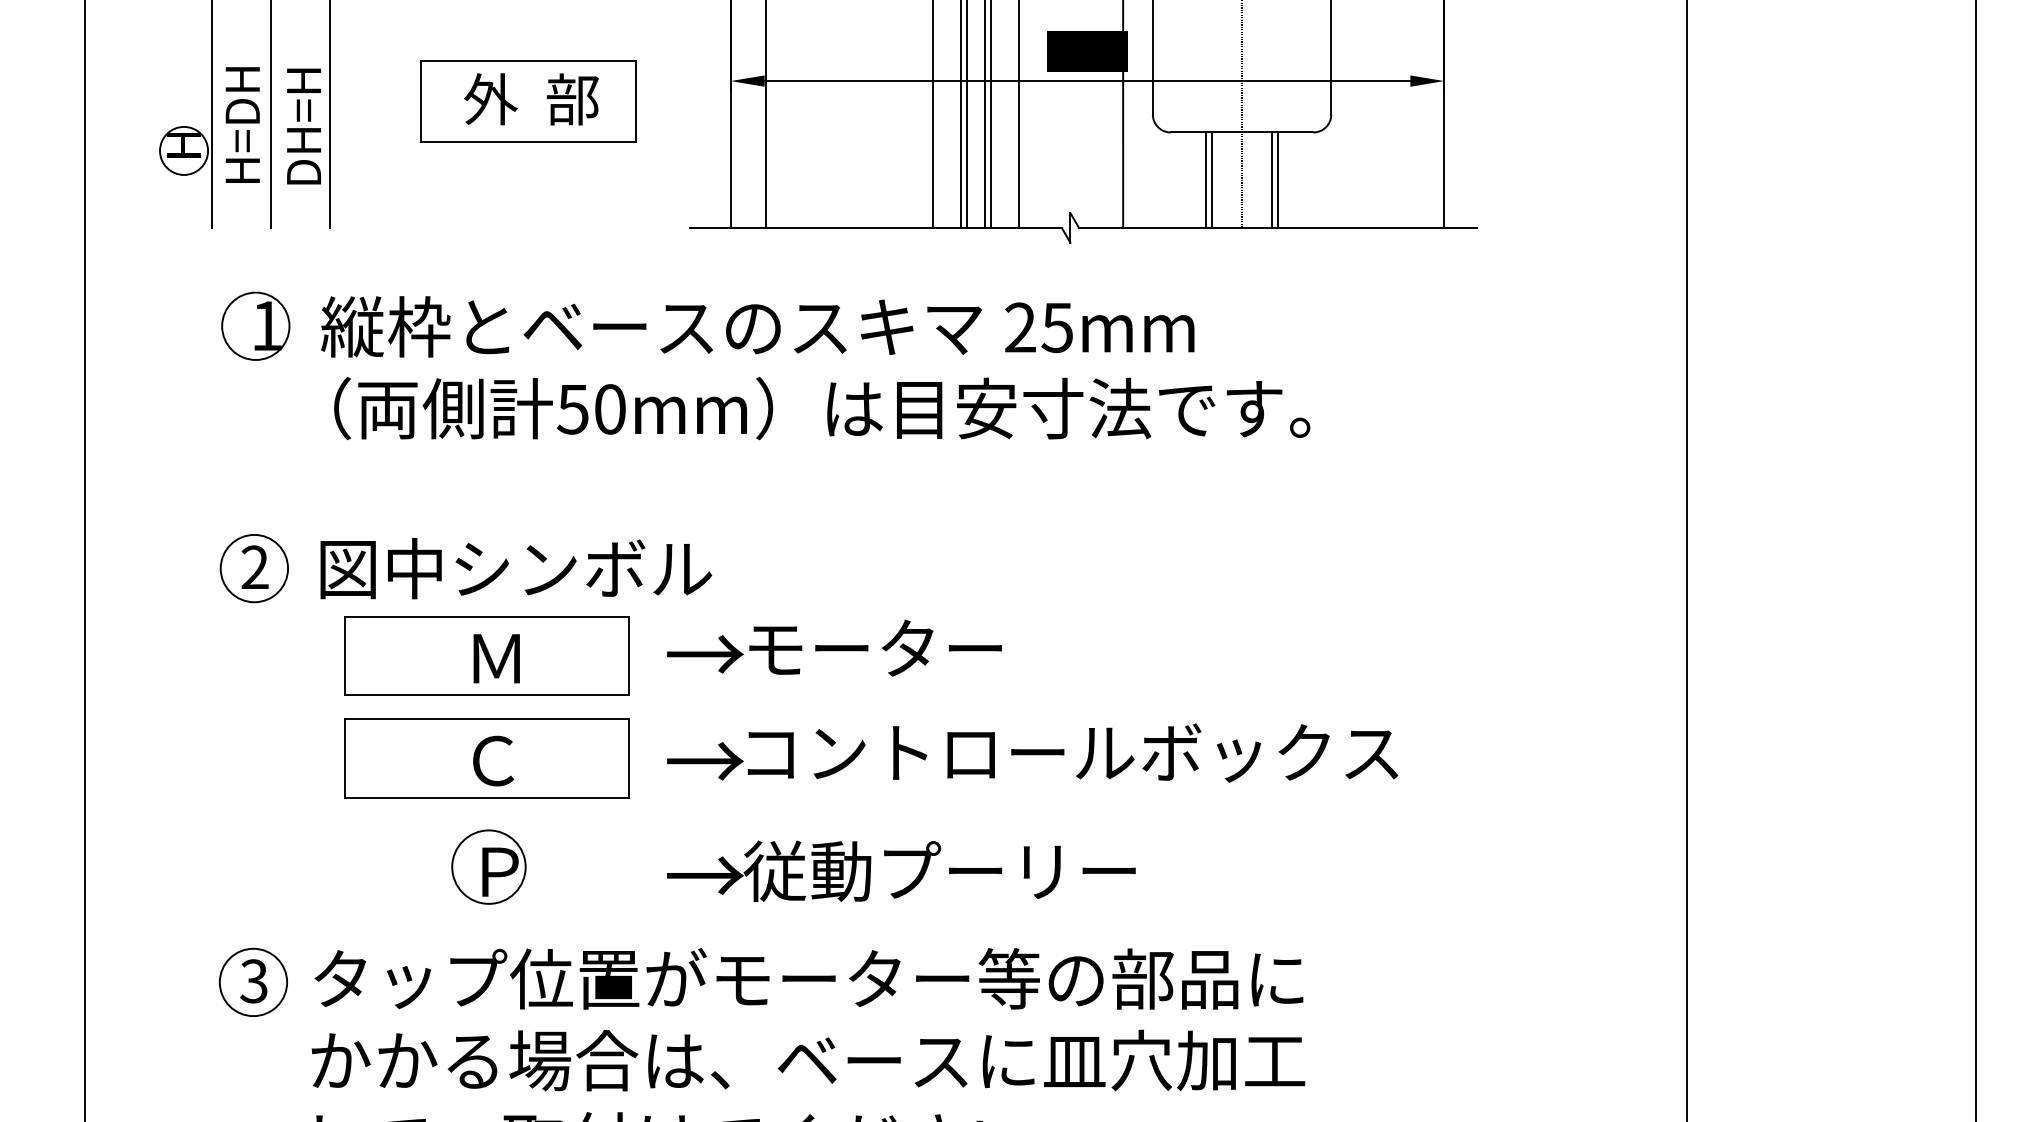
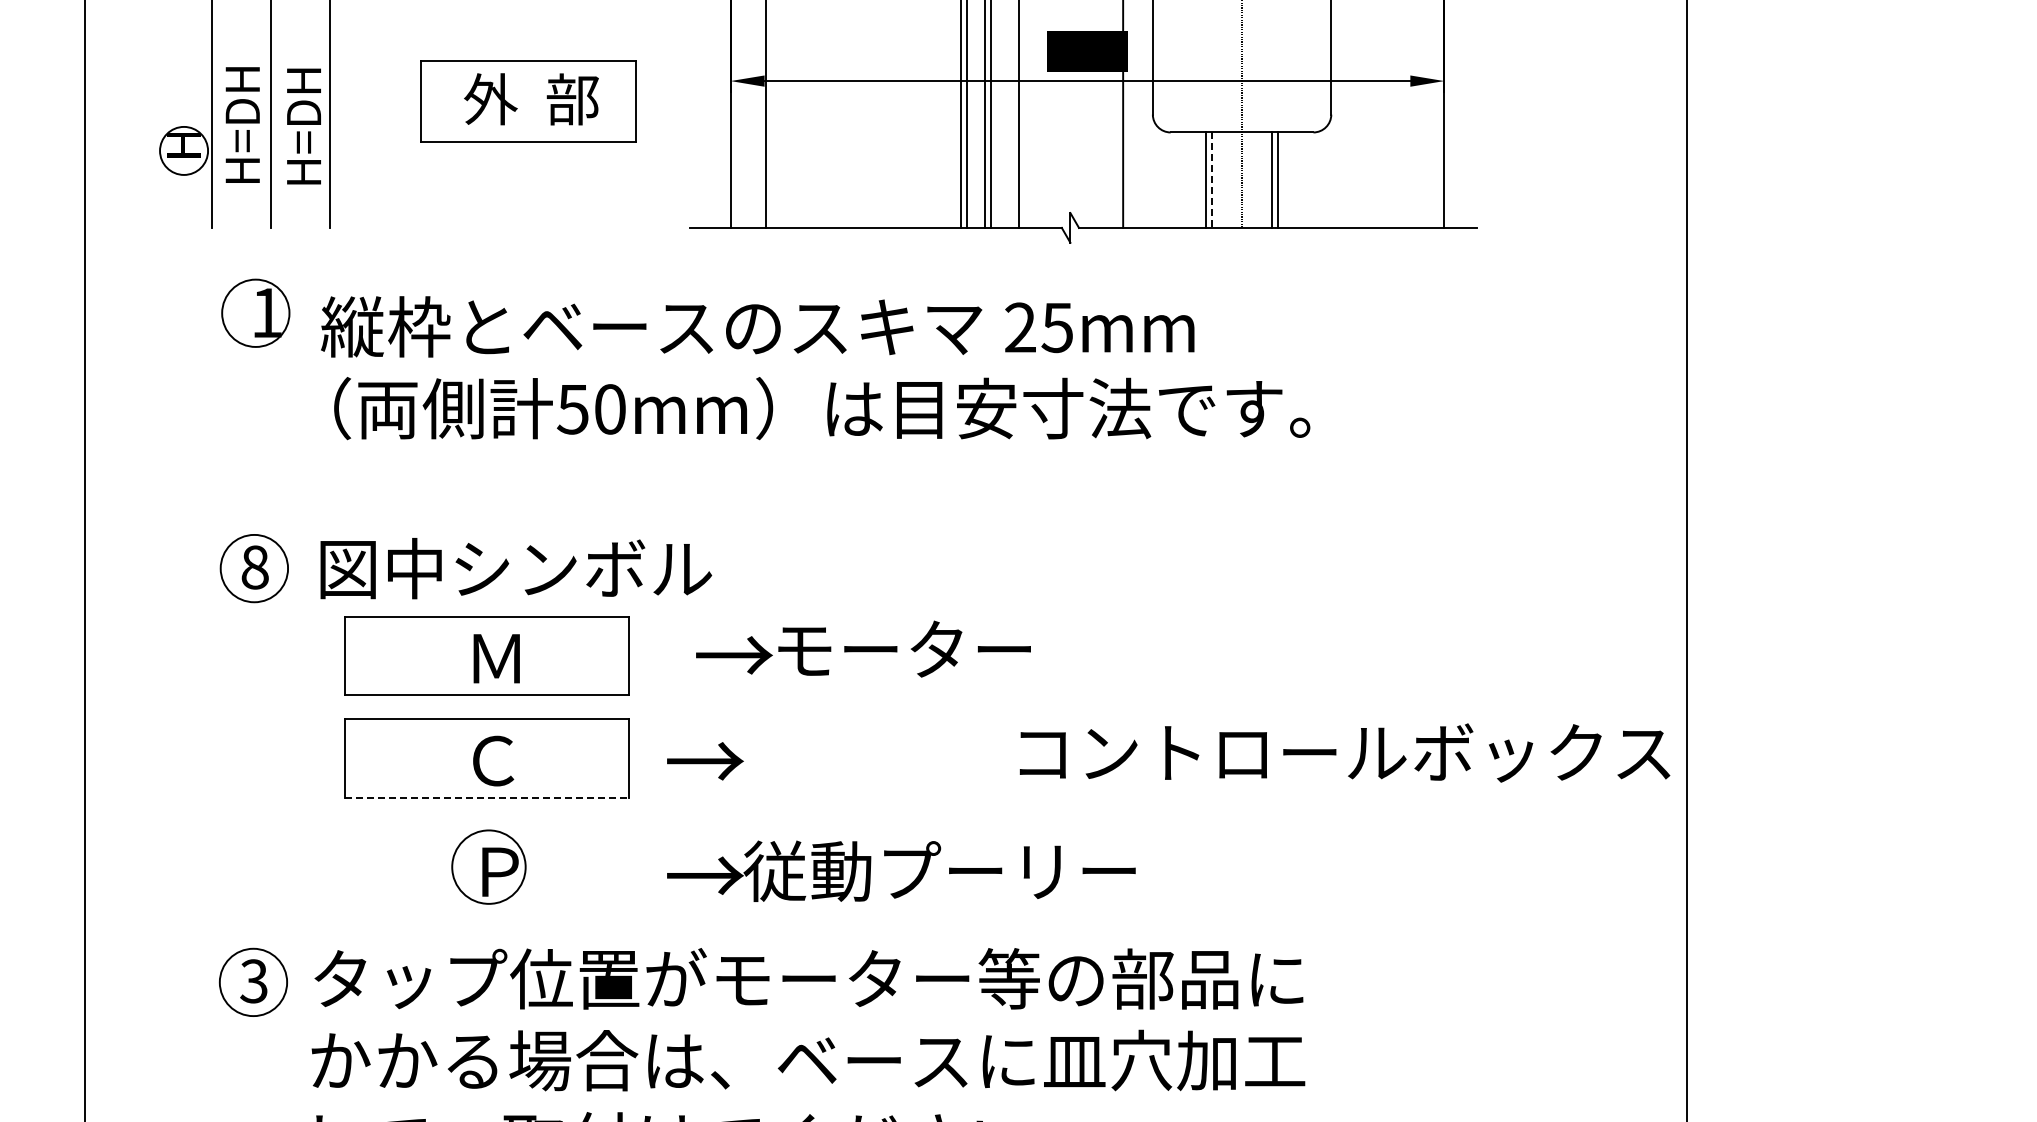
line at (932, 114): present -> none
text at (303, 139): DH=H -> H=DH
line at (1212, 180): solid -> dashed
part at (255, 325) position: (255, 325) -> (255, 312)
line at (1975, 560): present -> none
text at (254, 567): 2 -> 8
text at (834, 647) position: (834, 647) -> (863, 648)
text at (1072, 752) position: (1072, 752) -> (1344, 752)
line at (486, 797): solid -> dashed
